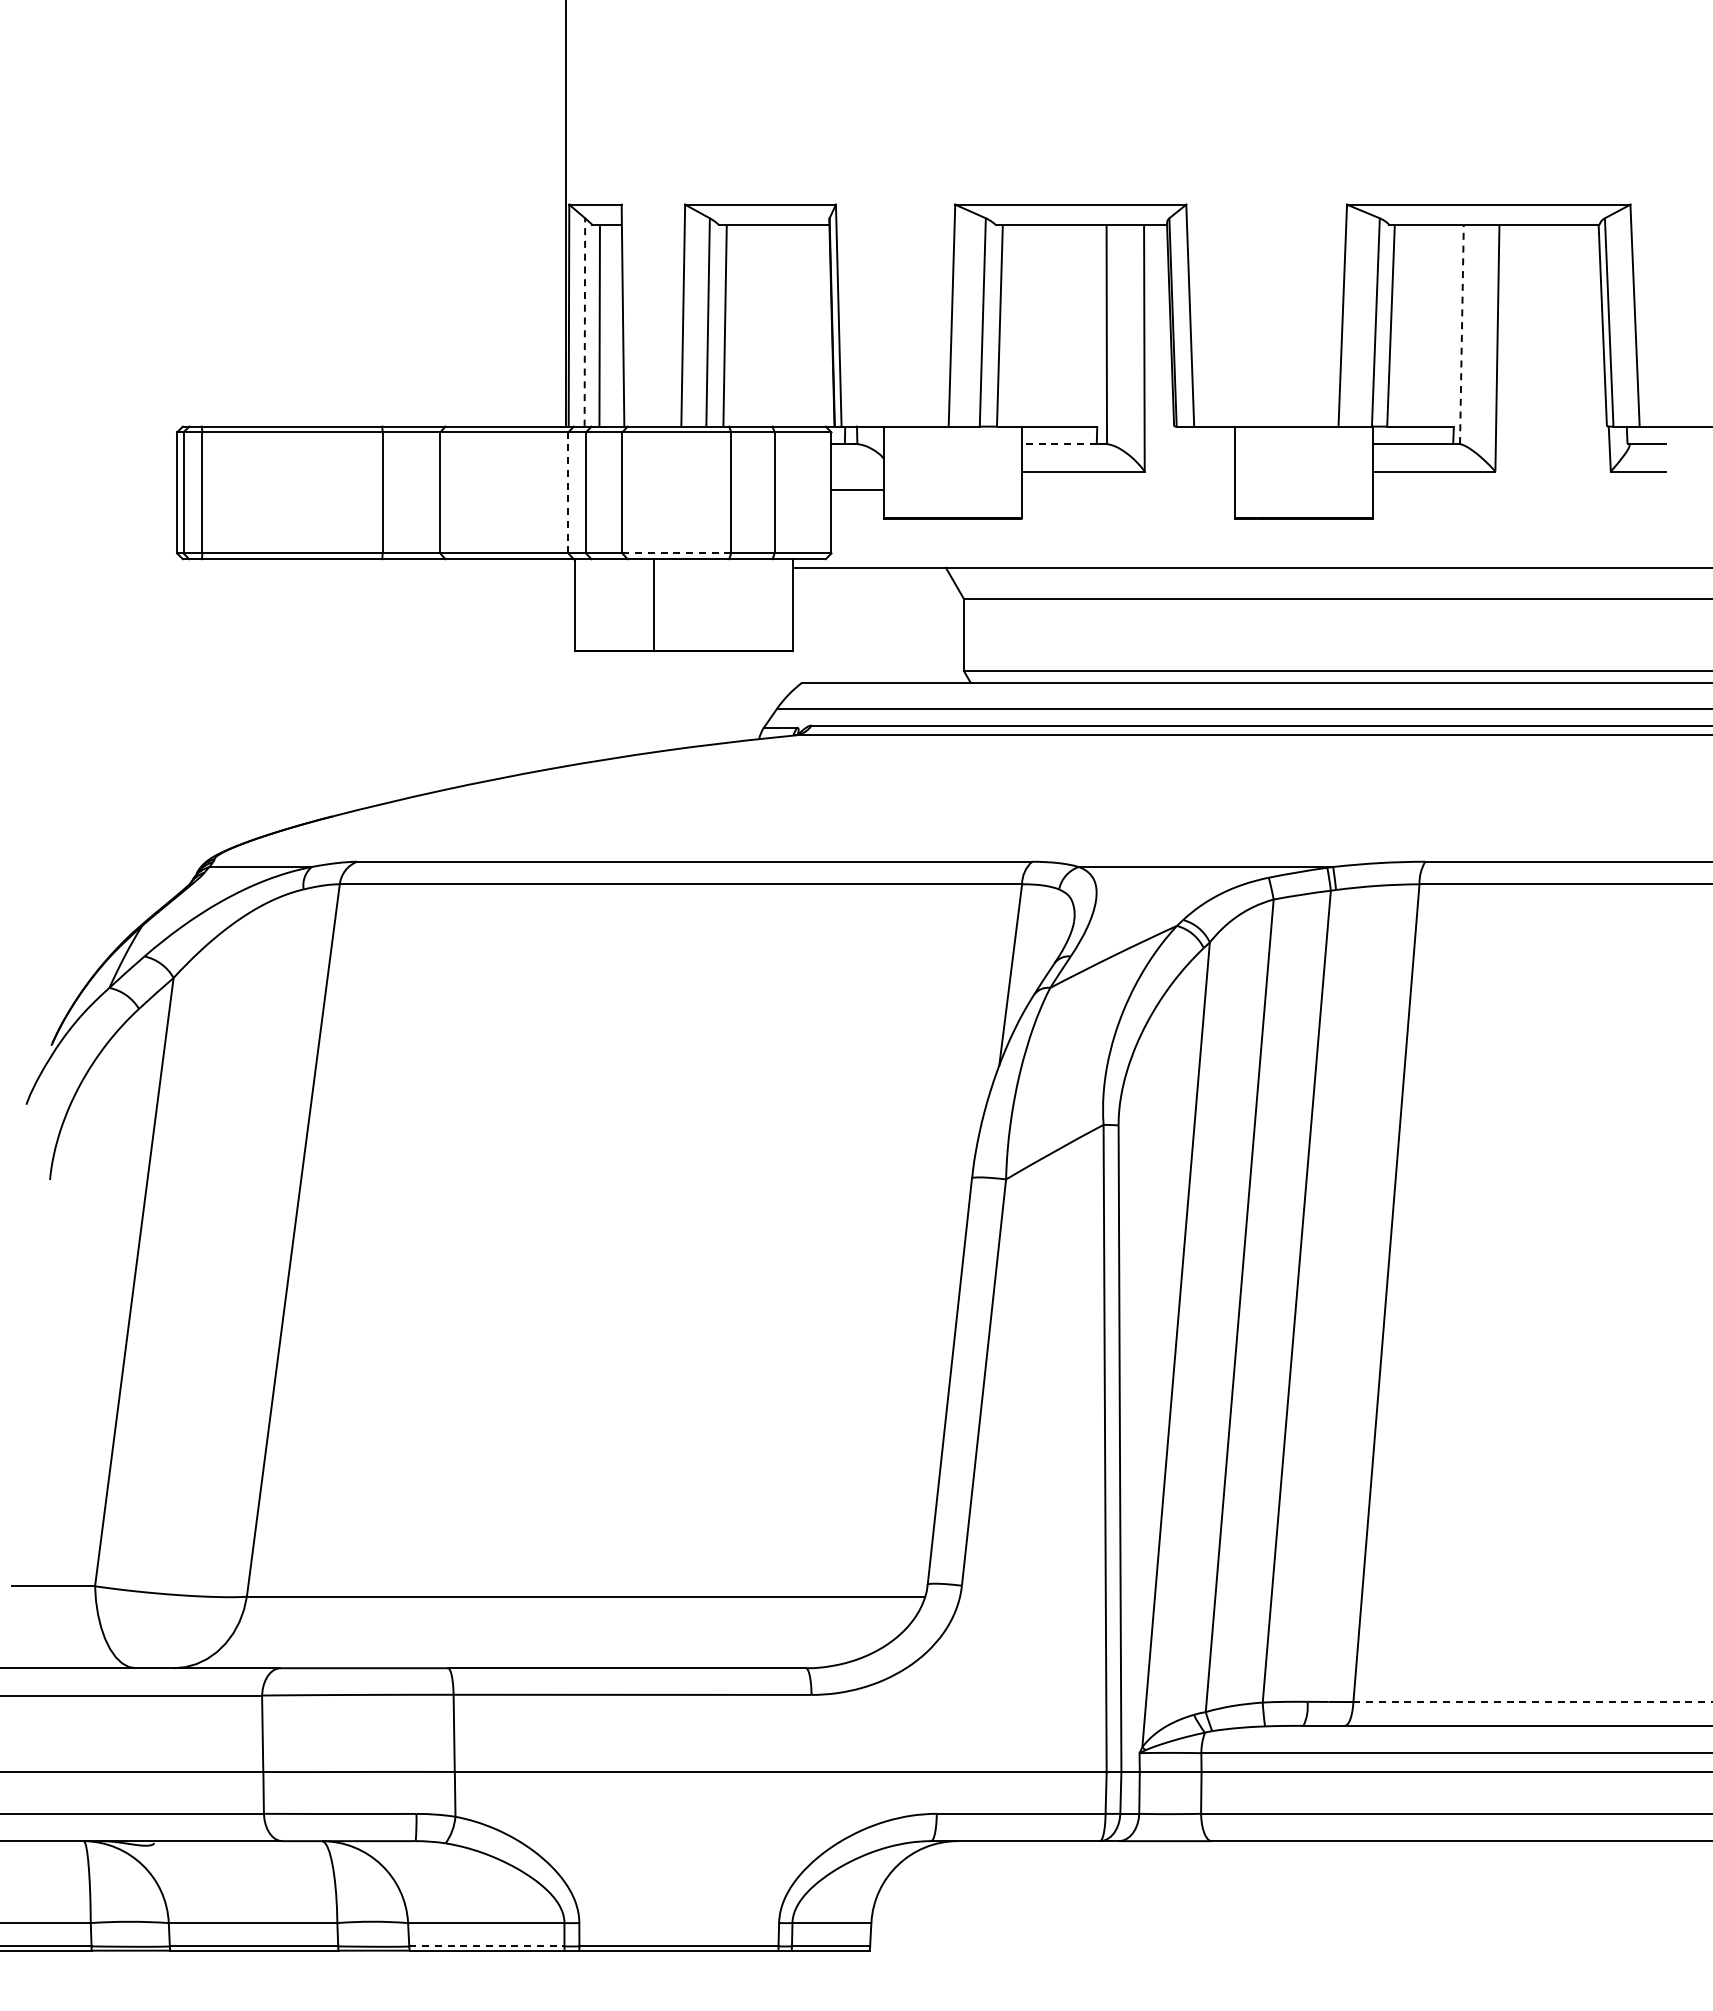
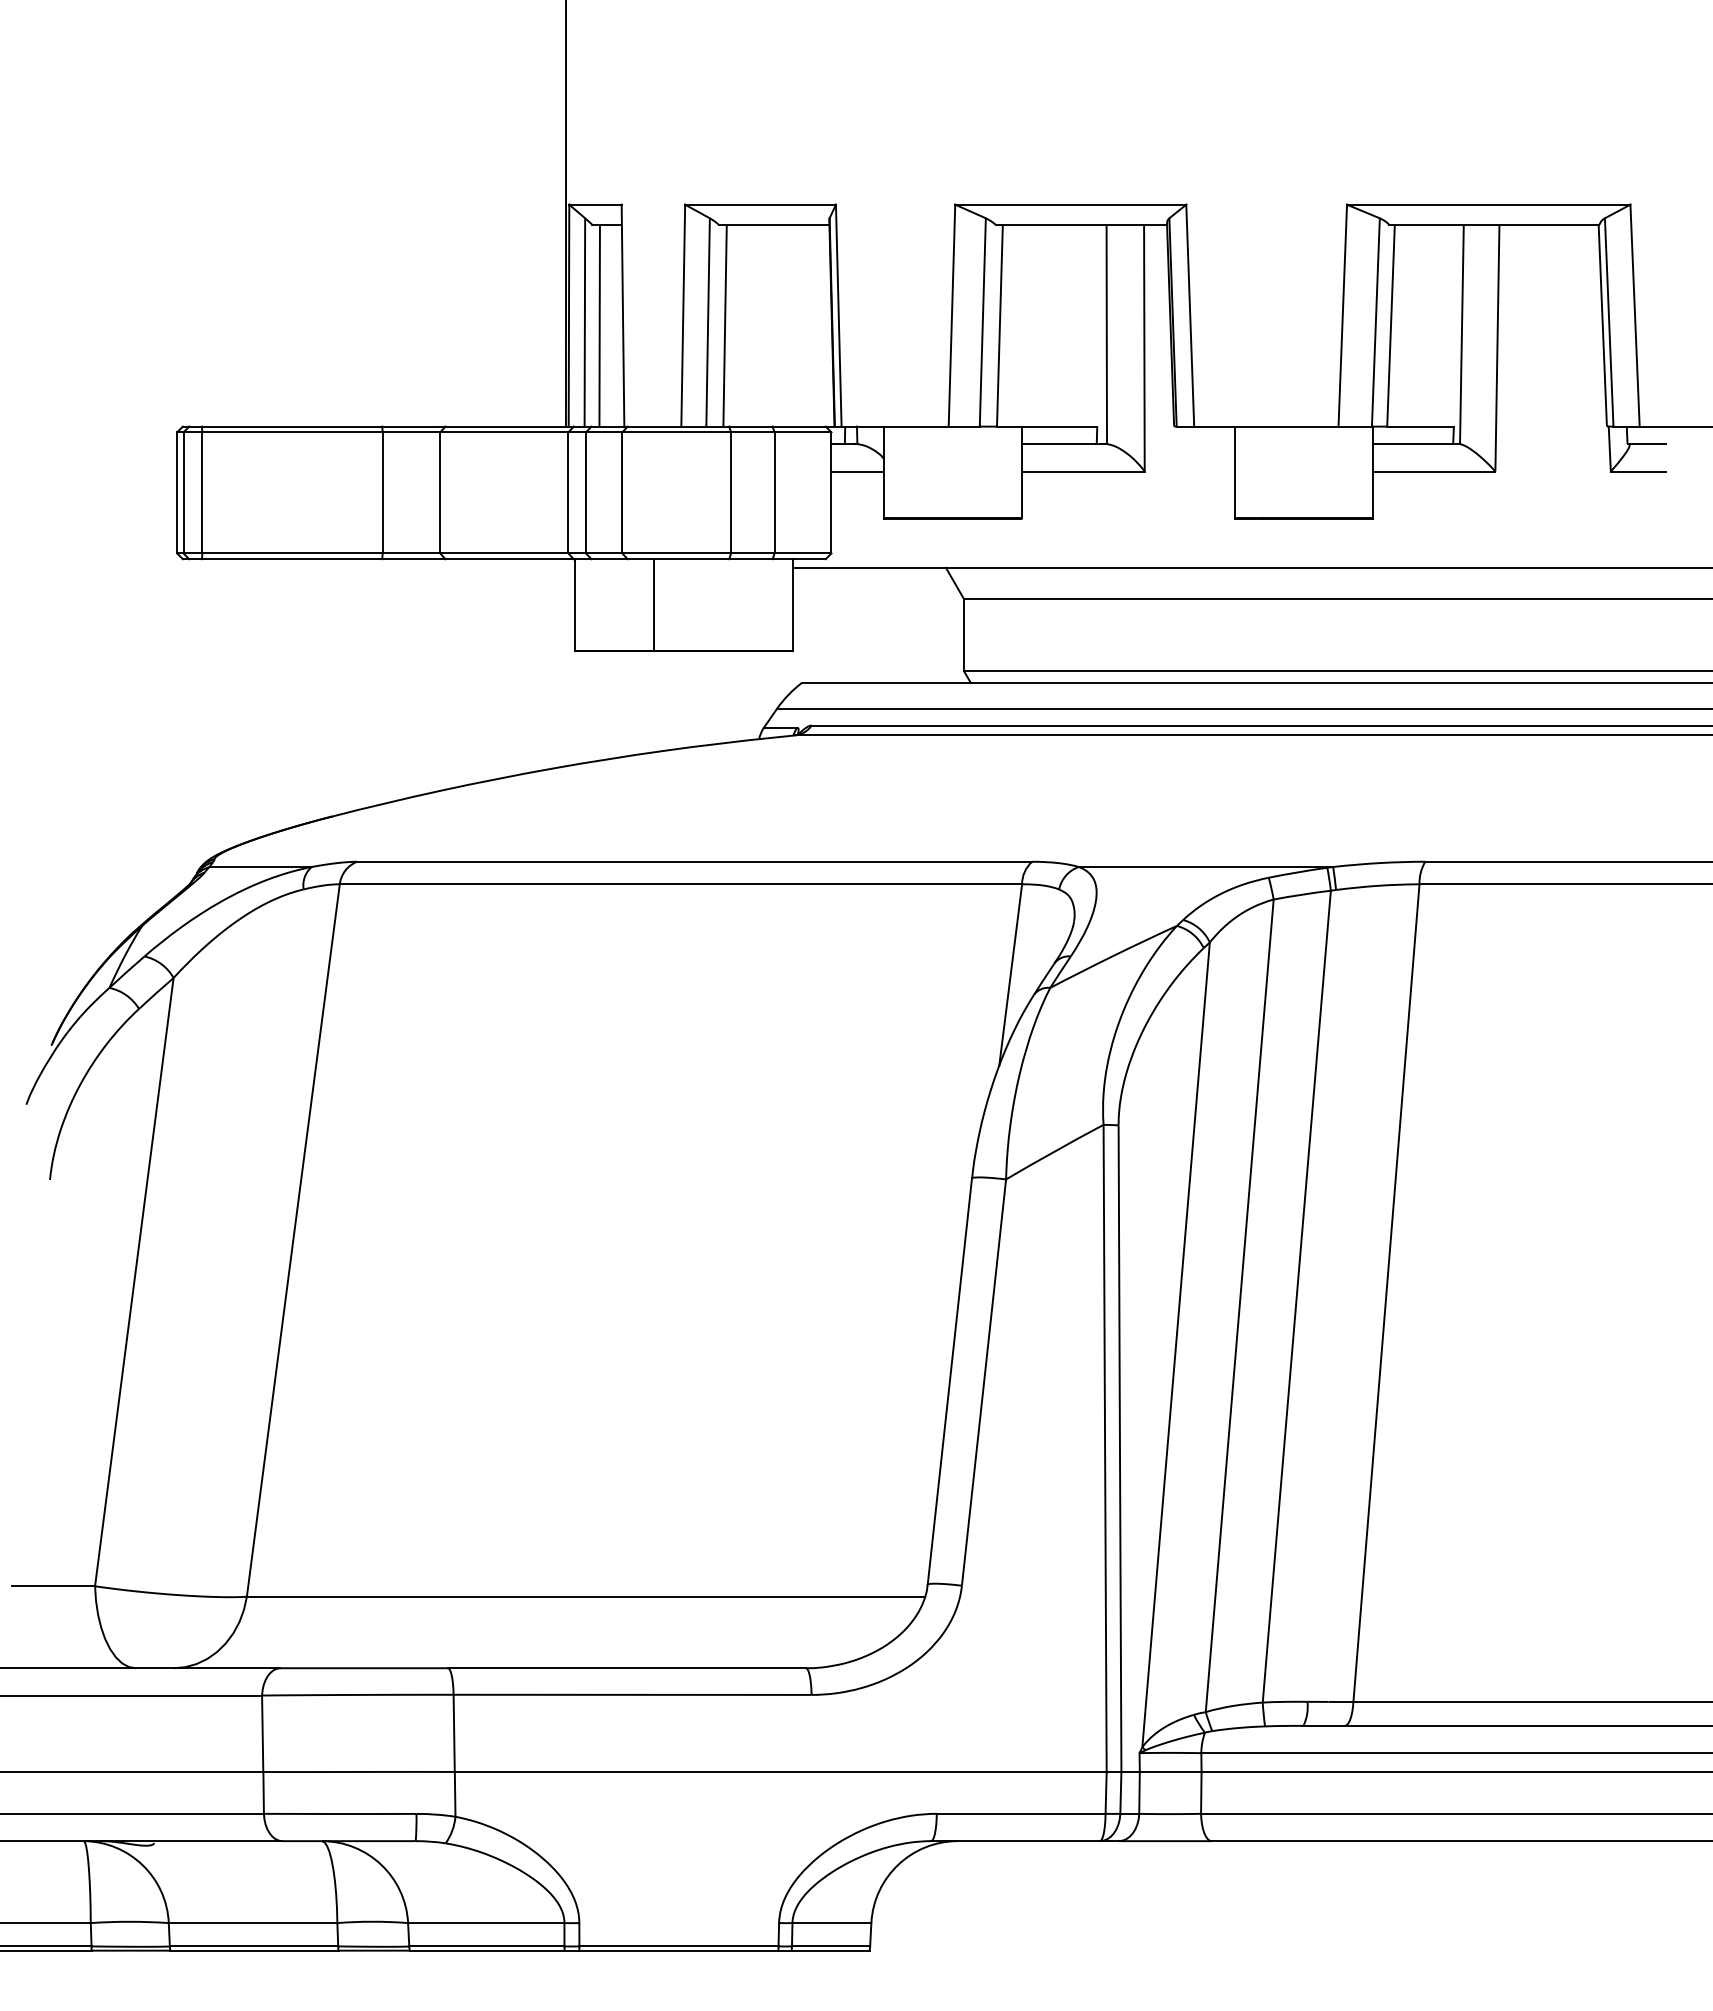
line at (584, 322): dashed -> solid
line at (1461, 334): dashed -> solid
line at (1058, 443): dashed -> solid
line at (857, 489) position: (857, 489) -> (857, 471)
line at (568, 492): dashed -> solid
line at (677, 553): dashed -> solid
line at (1533, 1702): dashed -> solid
line at (486, 1946): dashed -> solid
